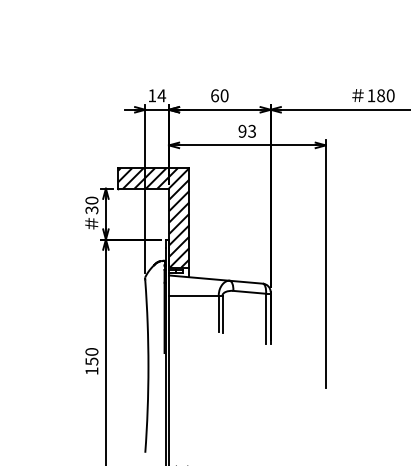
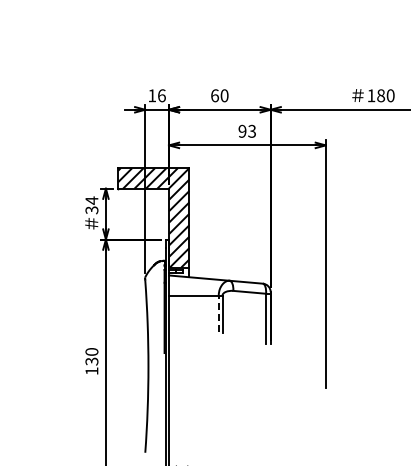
text at (161, 95): 14 -> 16
text at (91, 200): 30 -> 34
line at (218, 313): solid -> dashed
text at (91, 361): 150 -> 130
